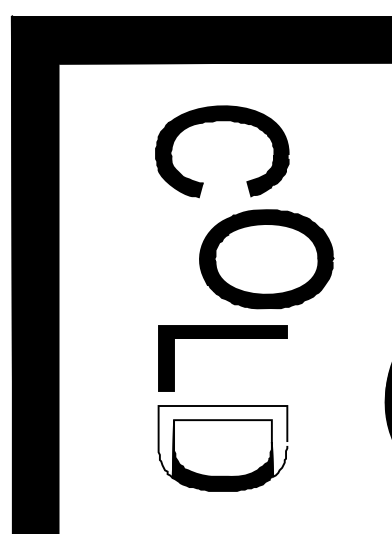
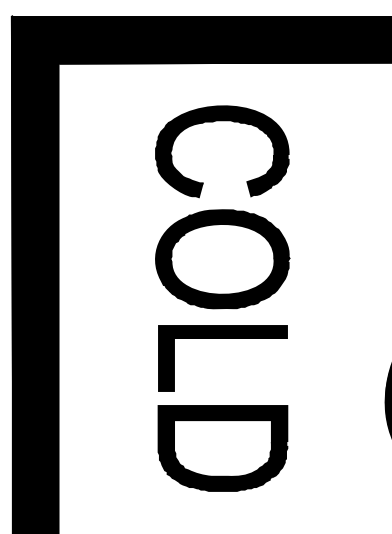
part at (266, 259) position: (266, 259) -> (222, 259)
fill at (222, 442): none -> present
